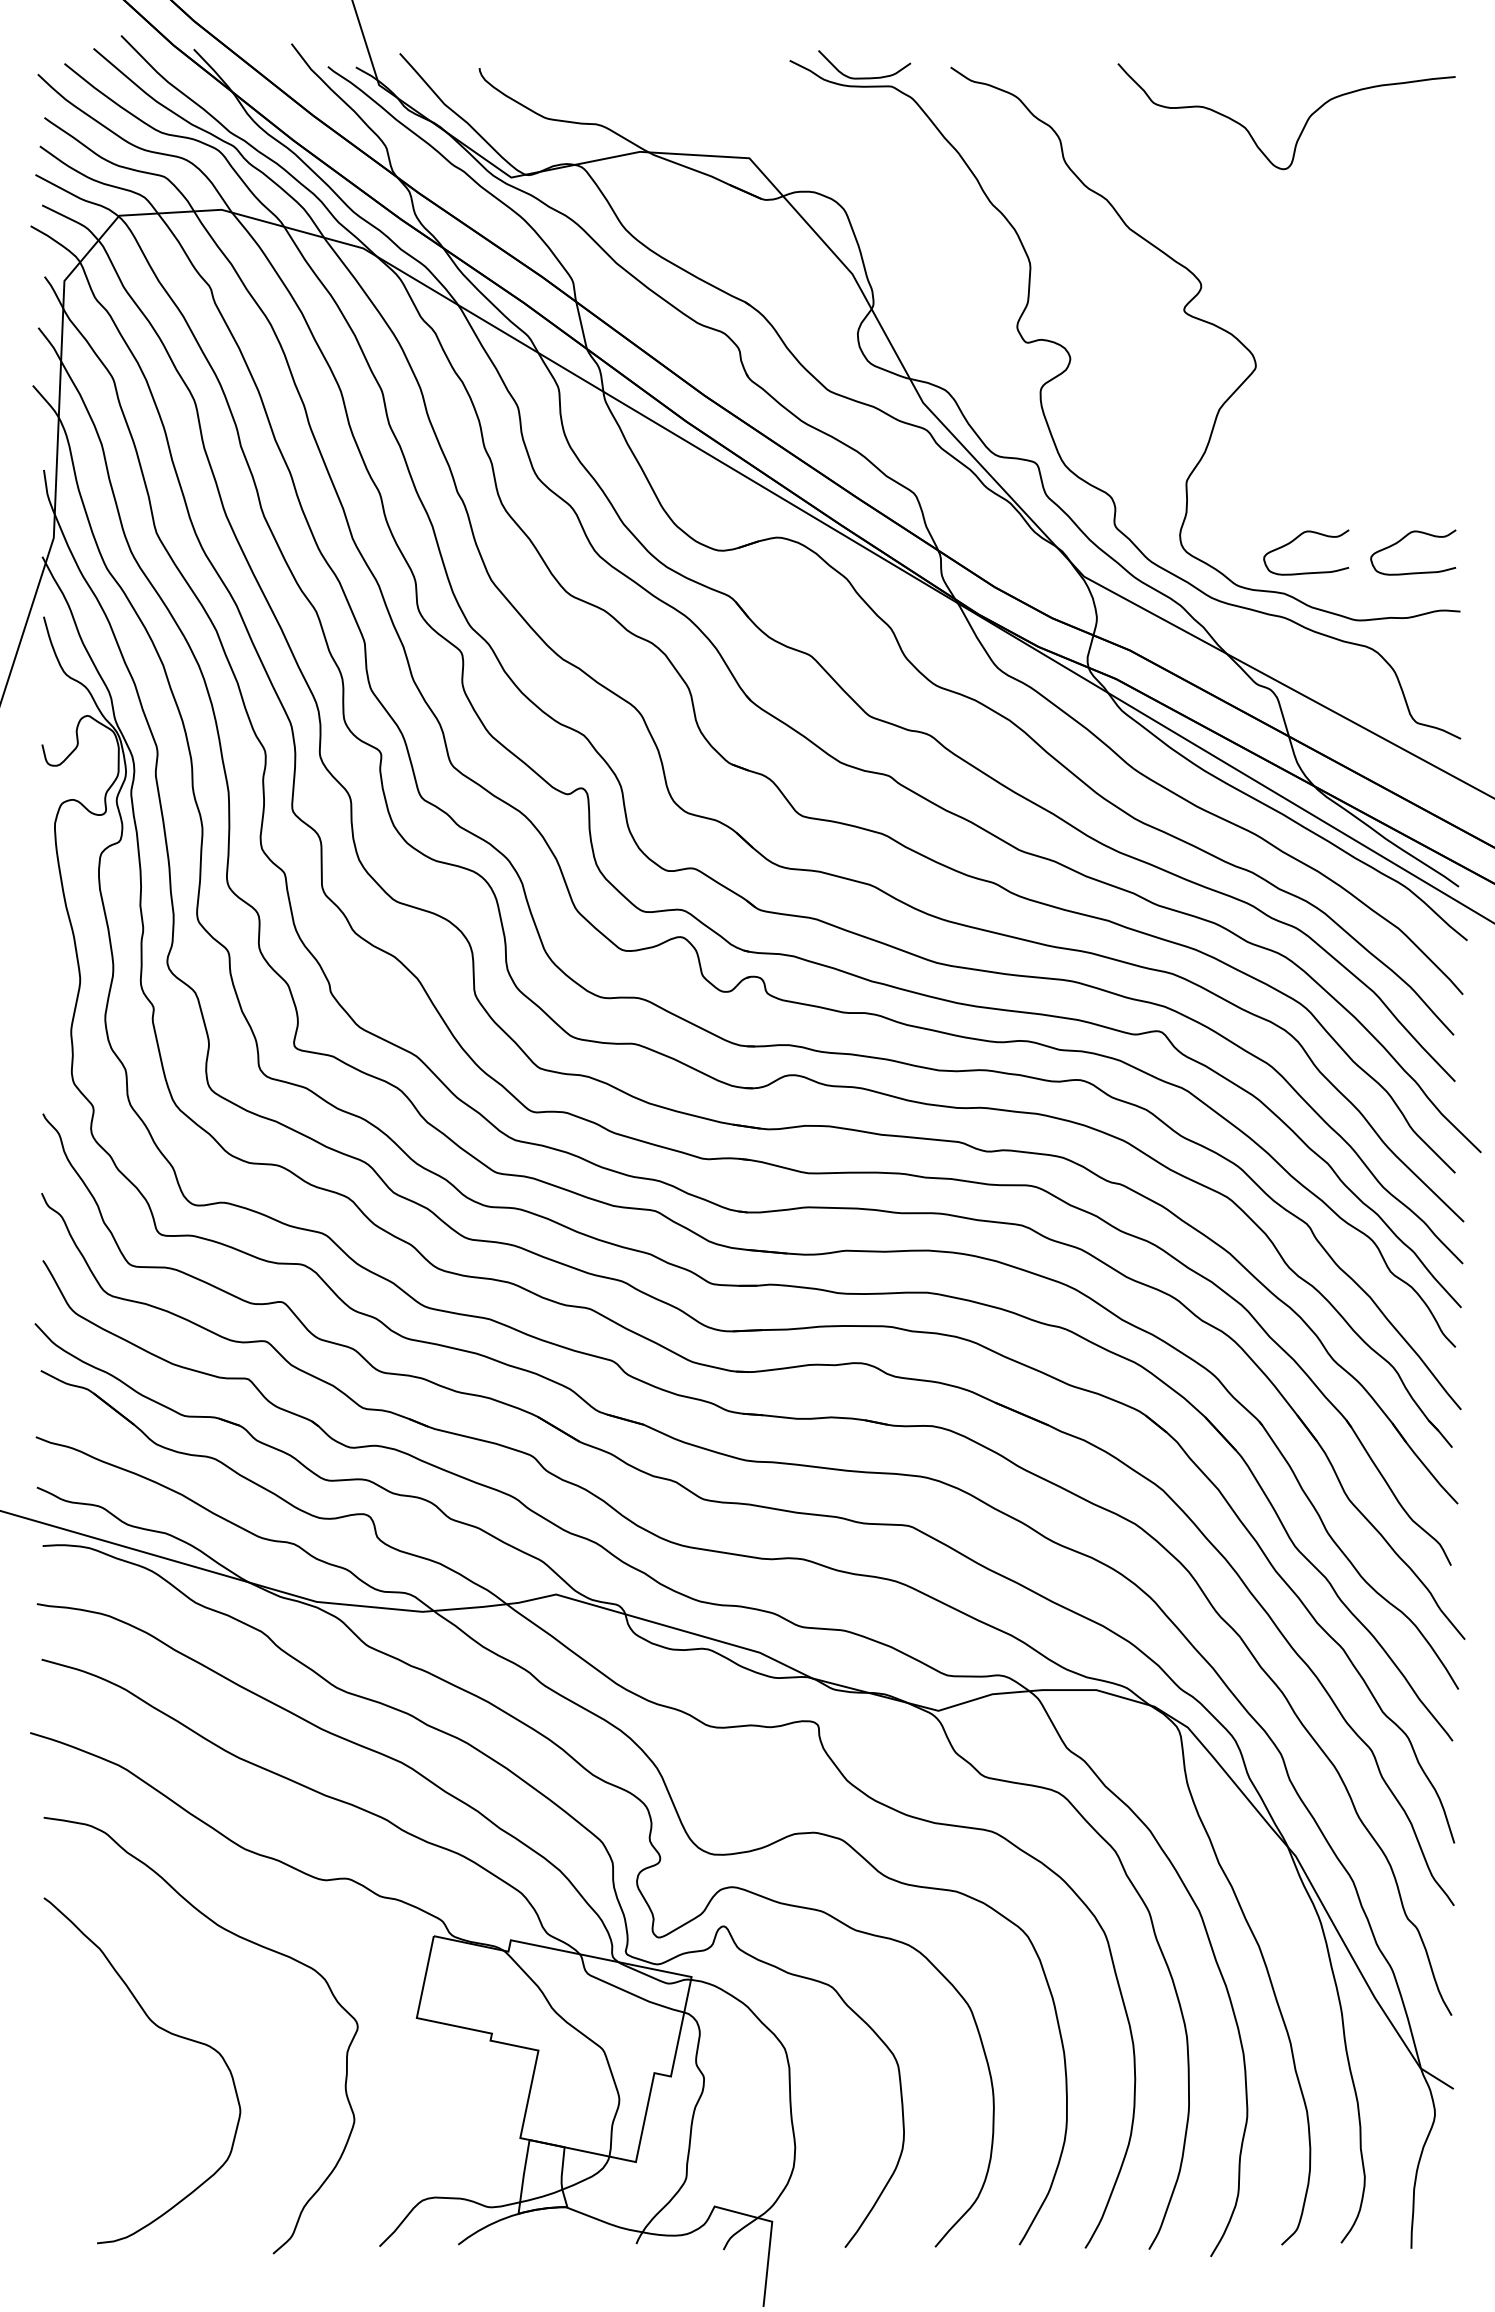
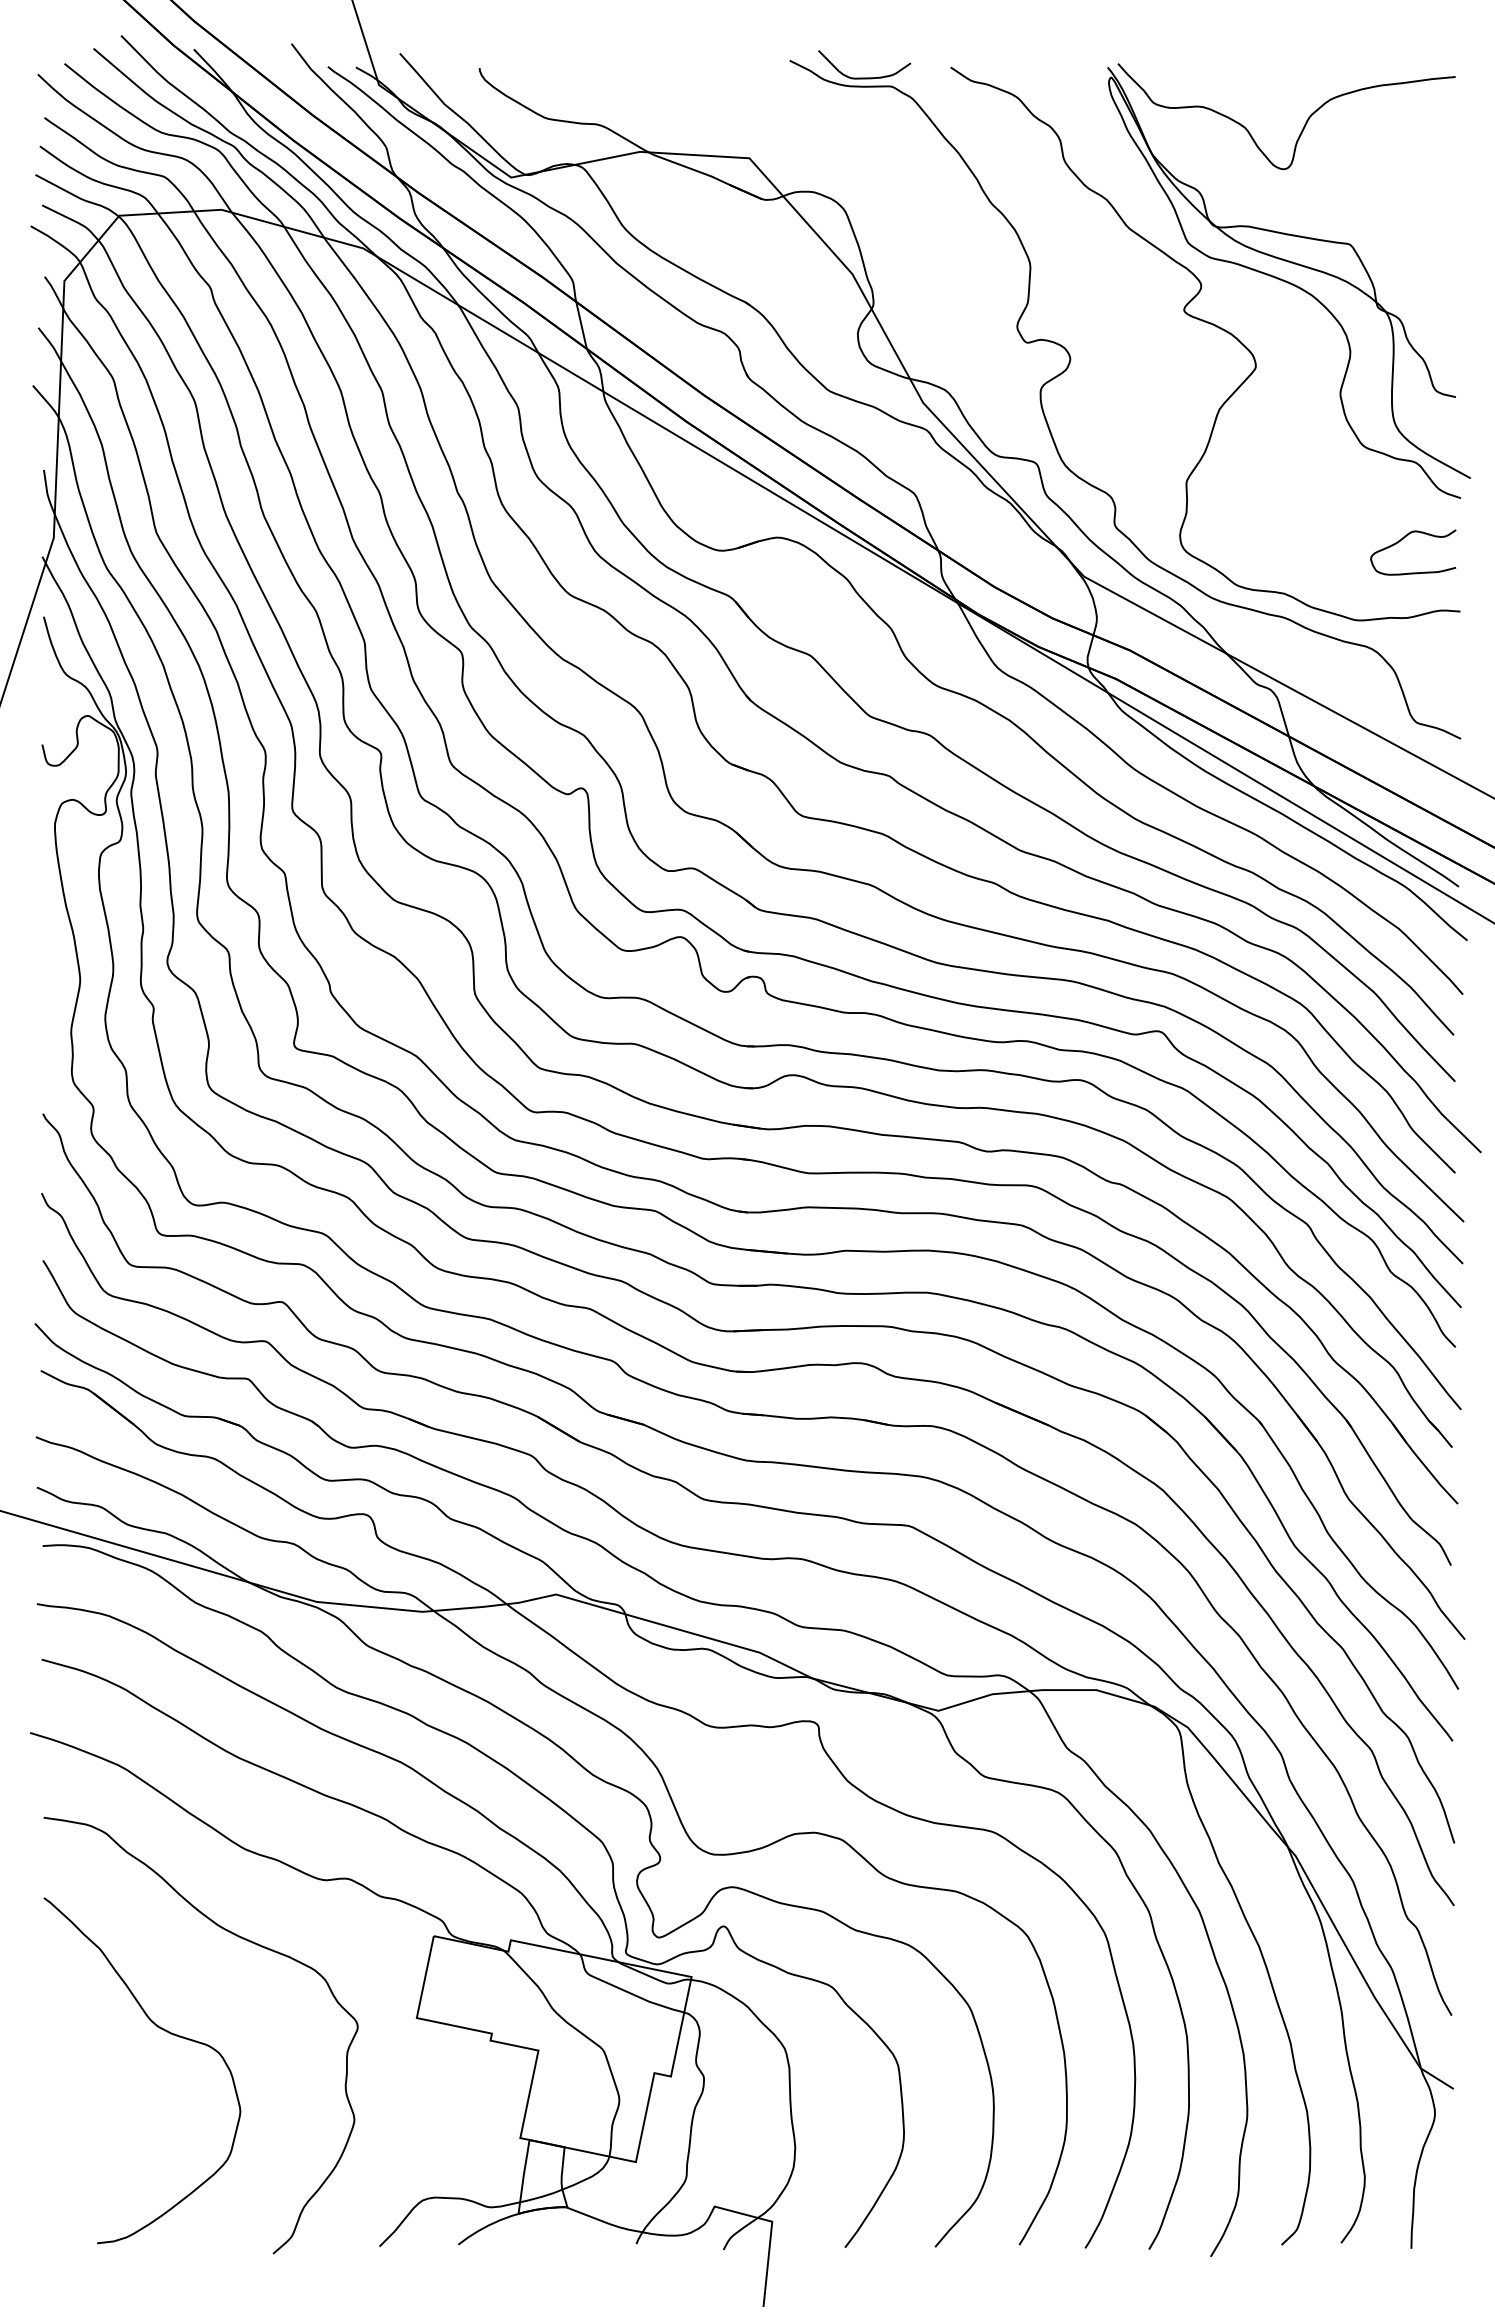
part at (1288, 282): none -> present
curve at (1296, 539): present -> none
